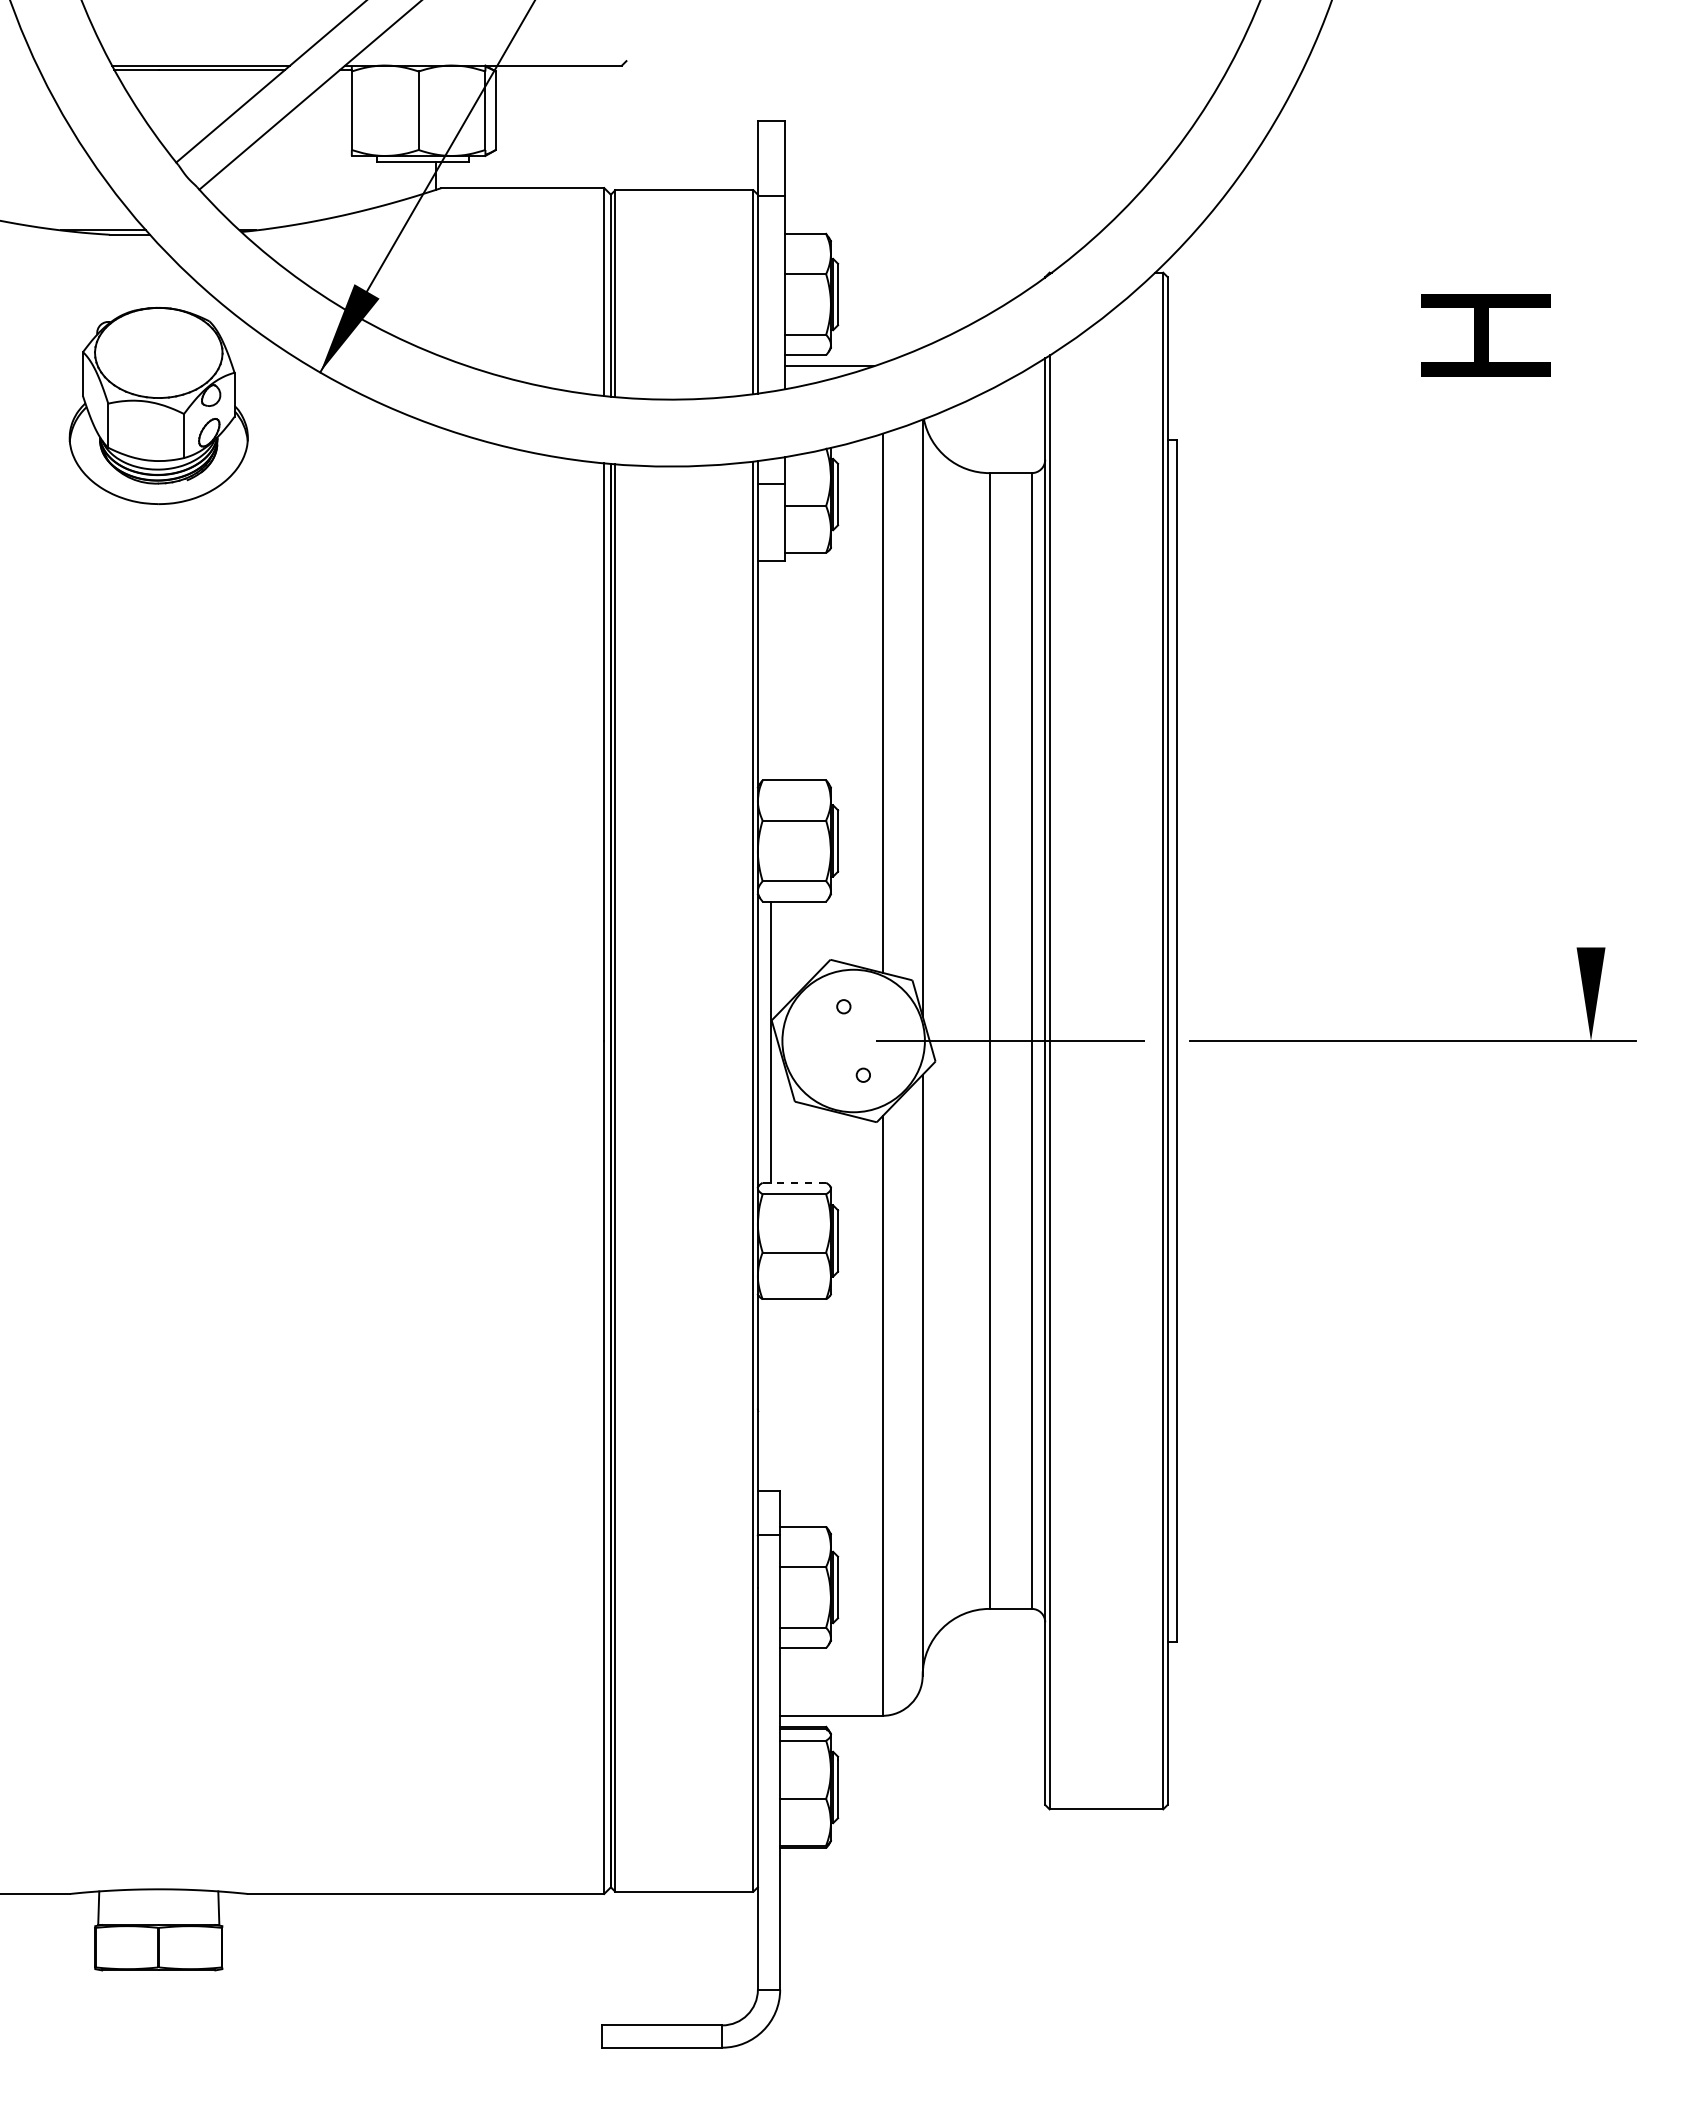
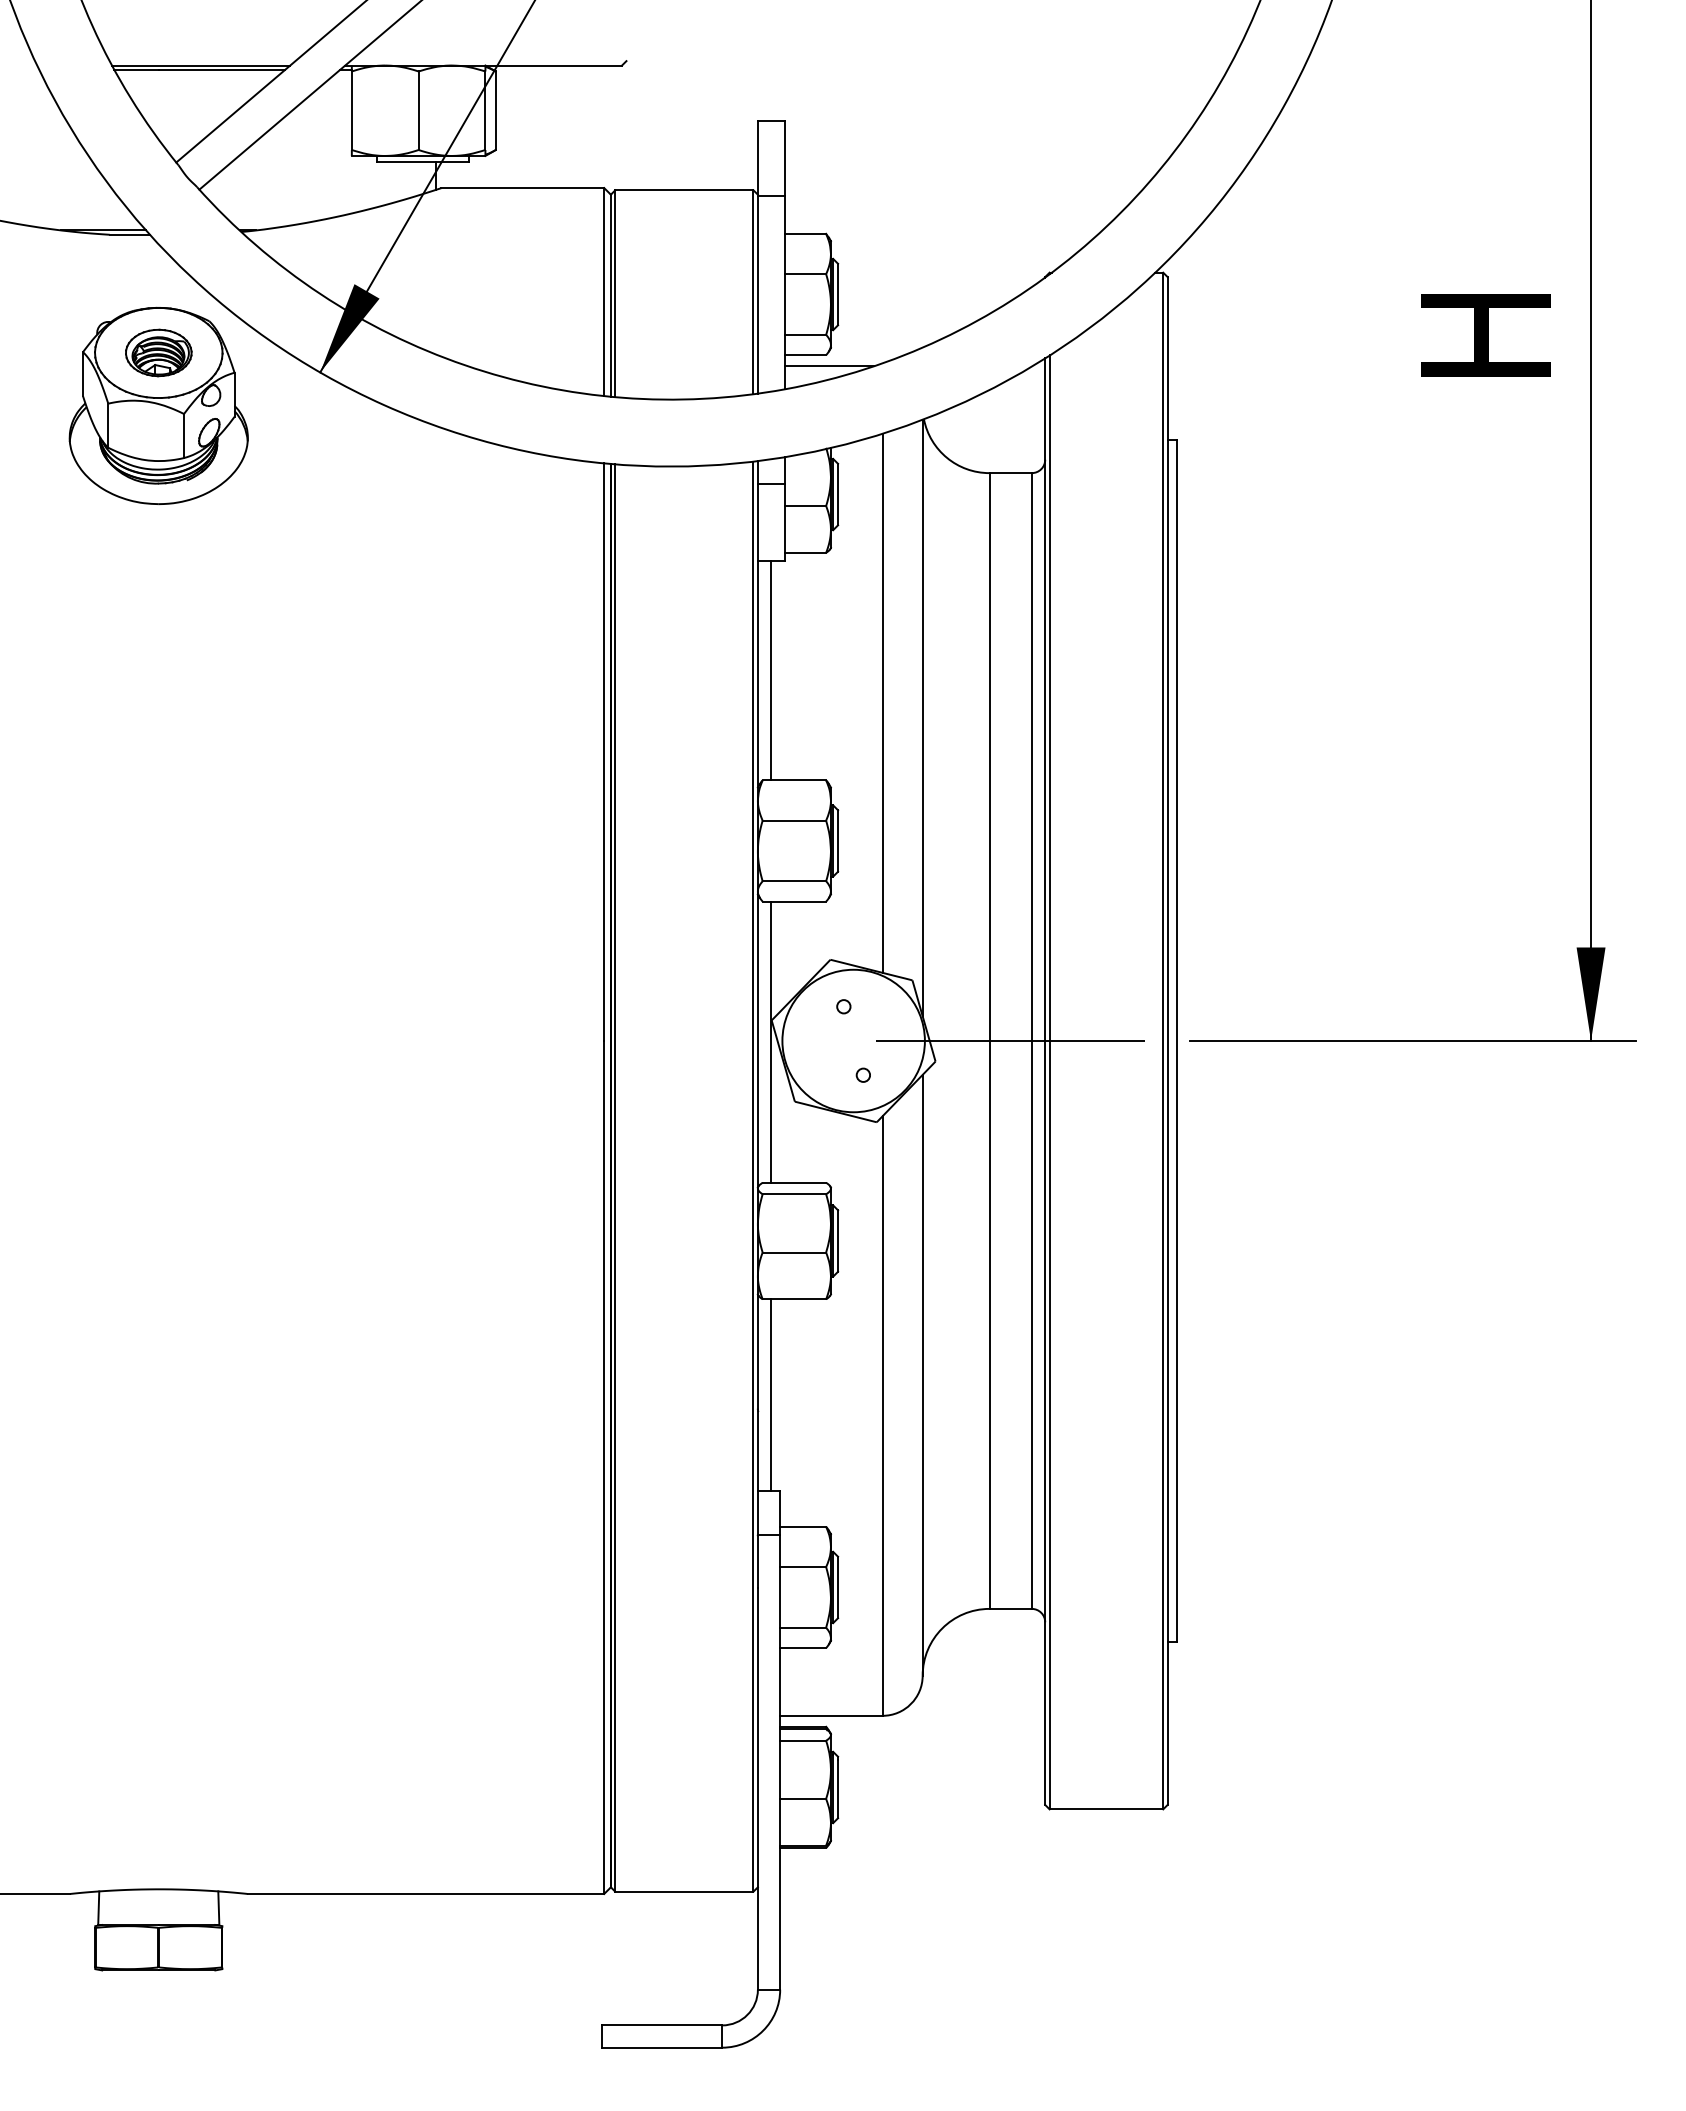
part at (158, 352): none -> present
line at (1591, 521): none -> present
line at (771, 670): none -> present
line at (794, 1182): dashed -> solid
line at (771, 1394): none -> present
